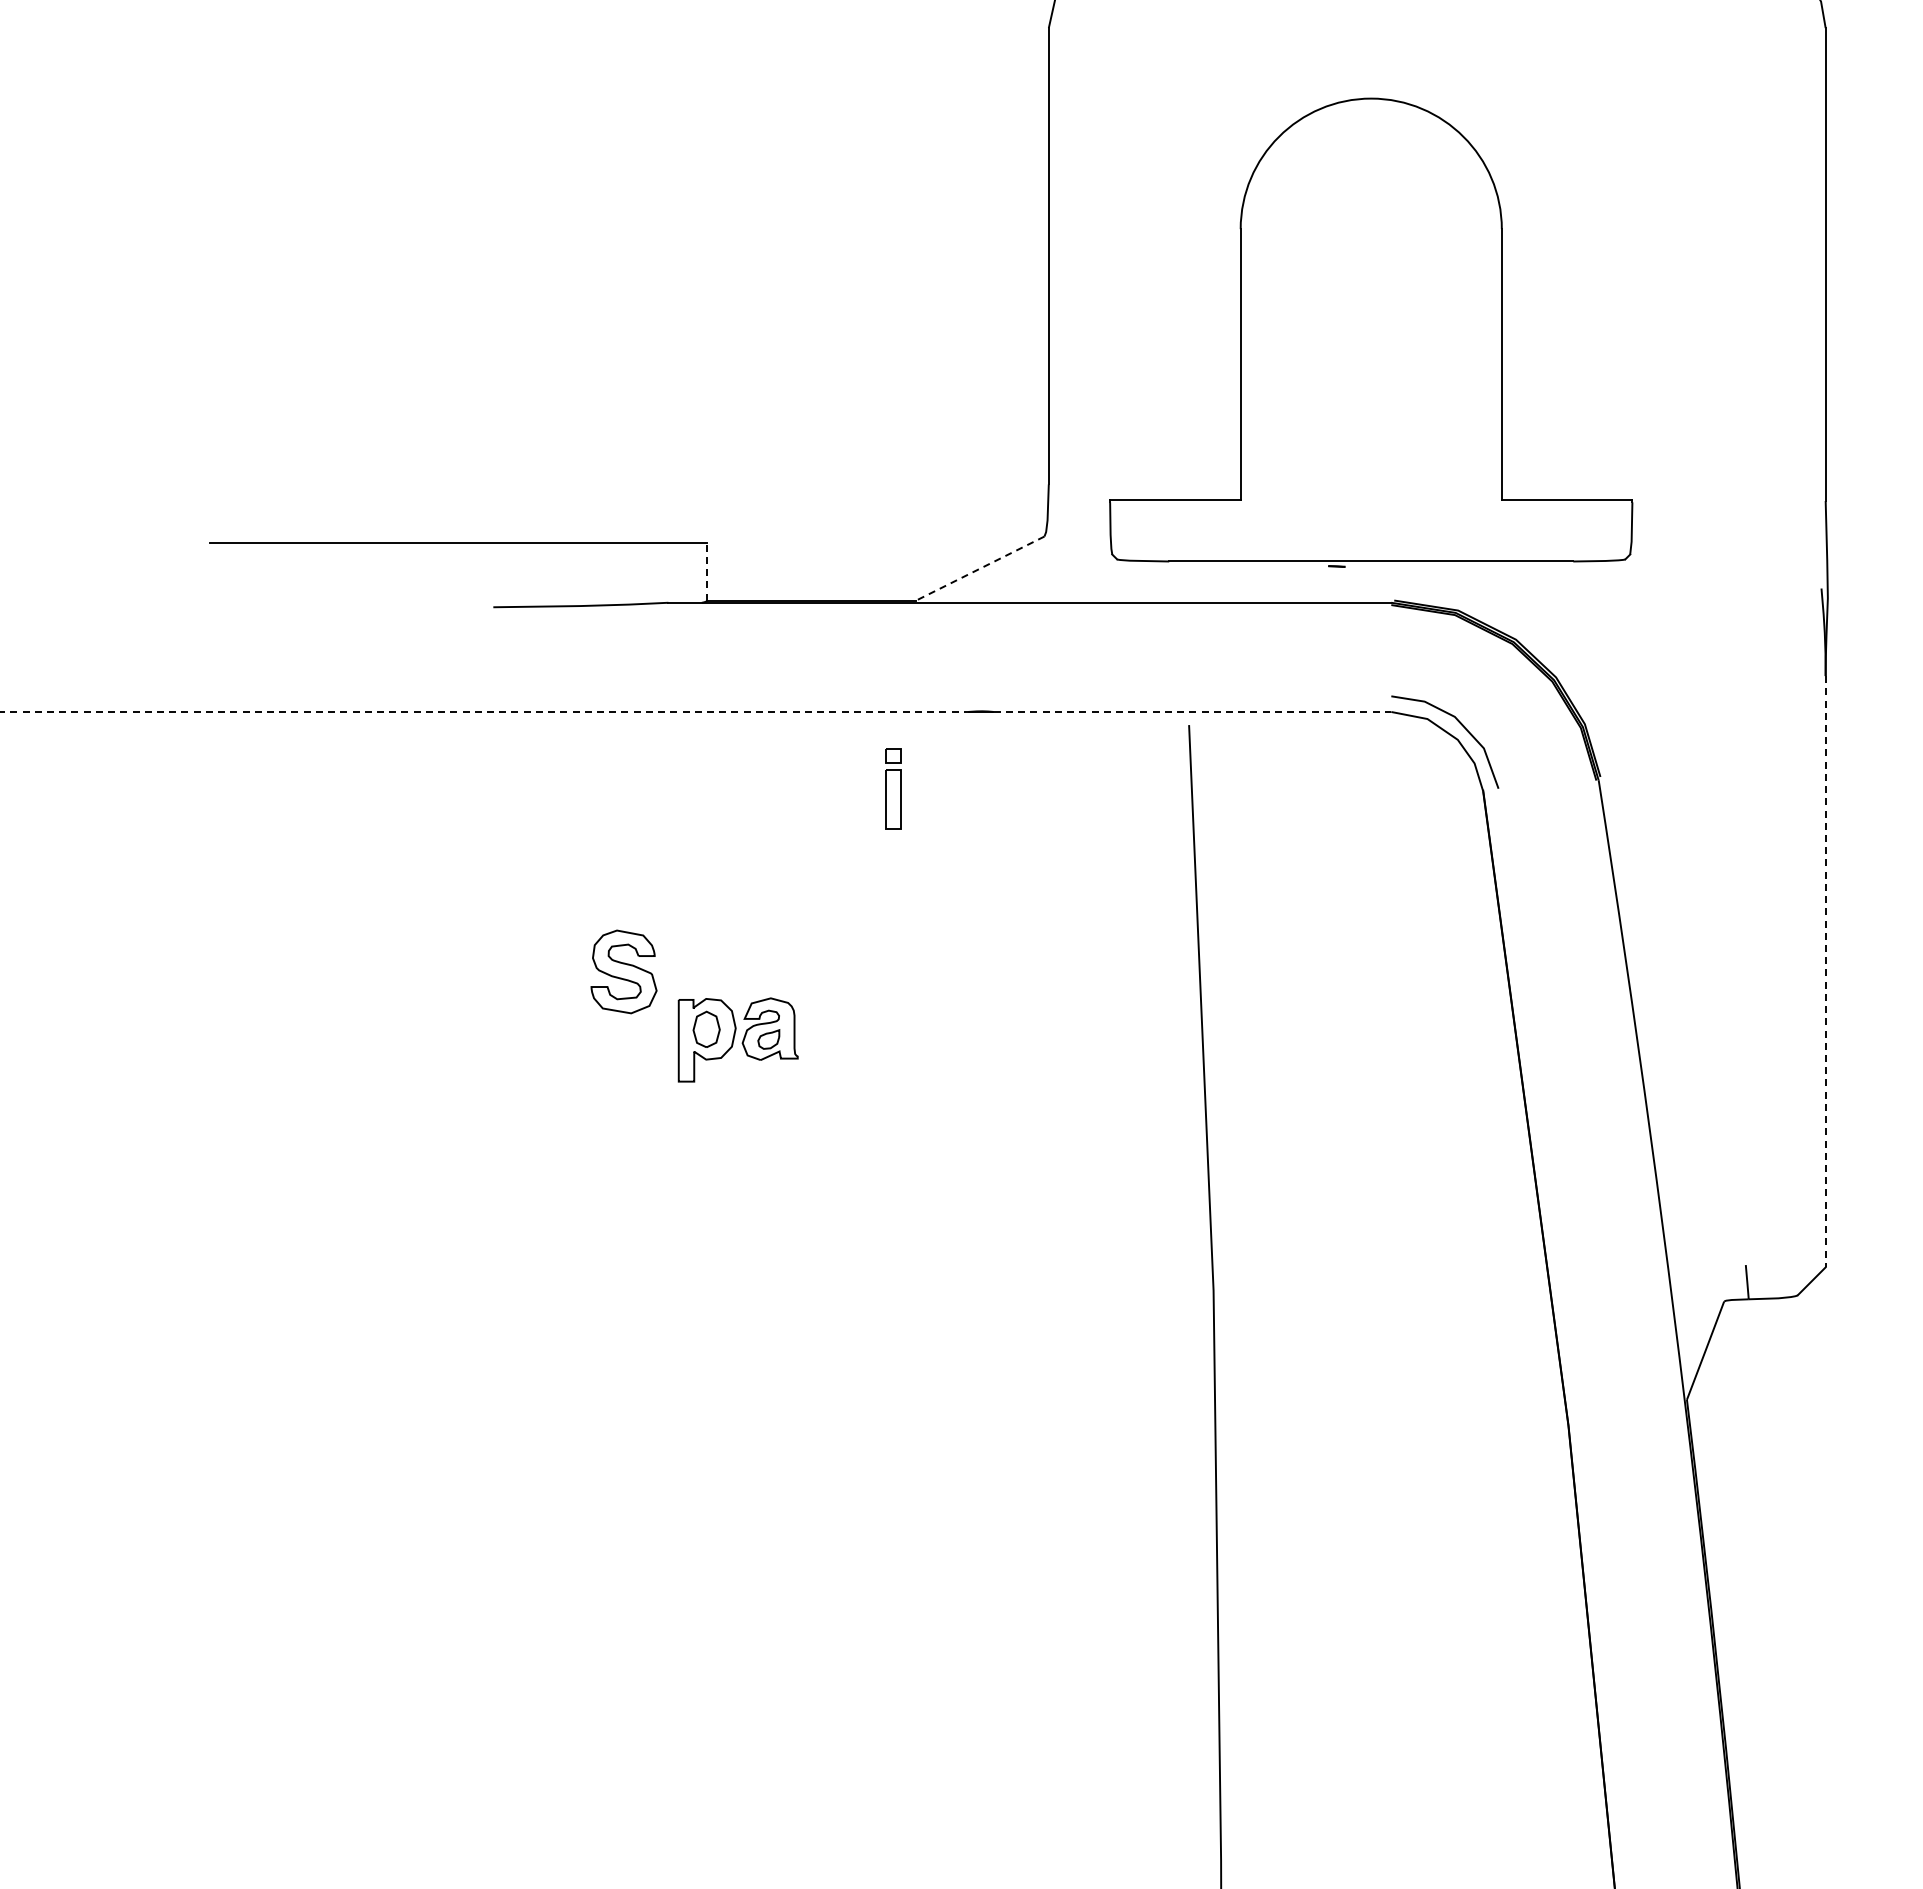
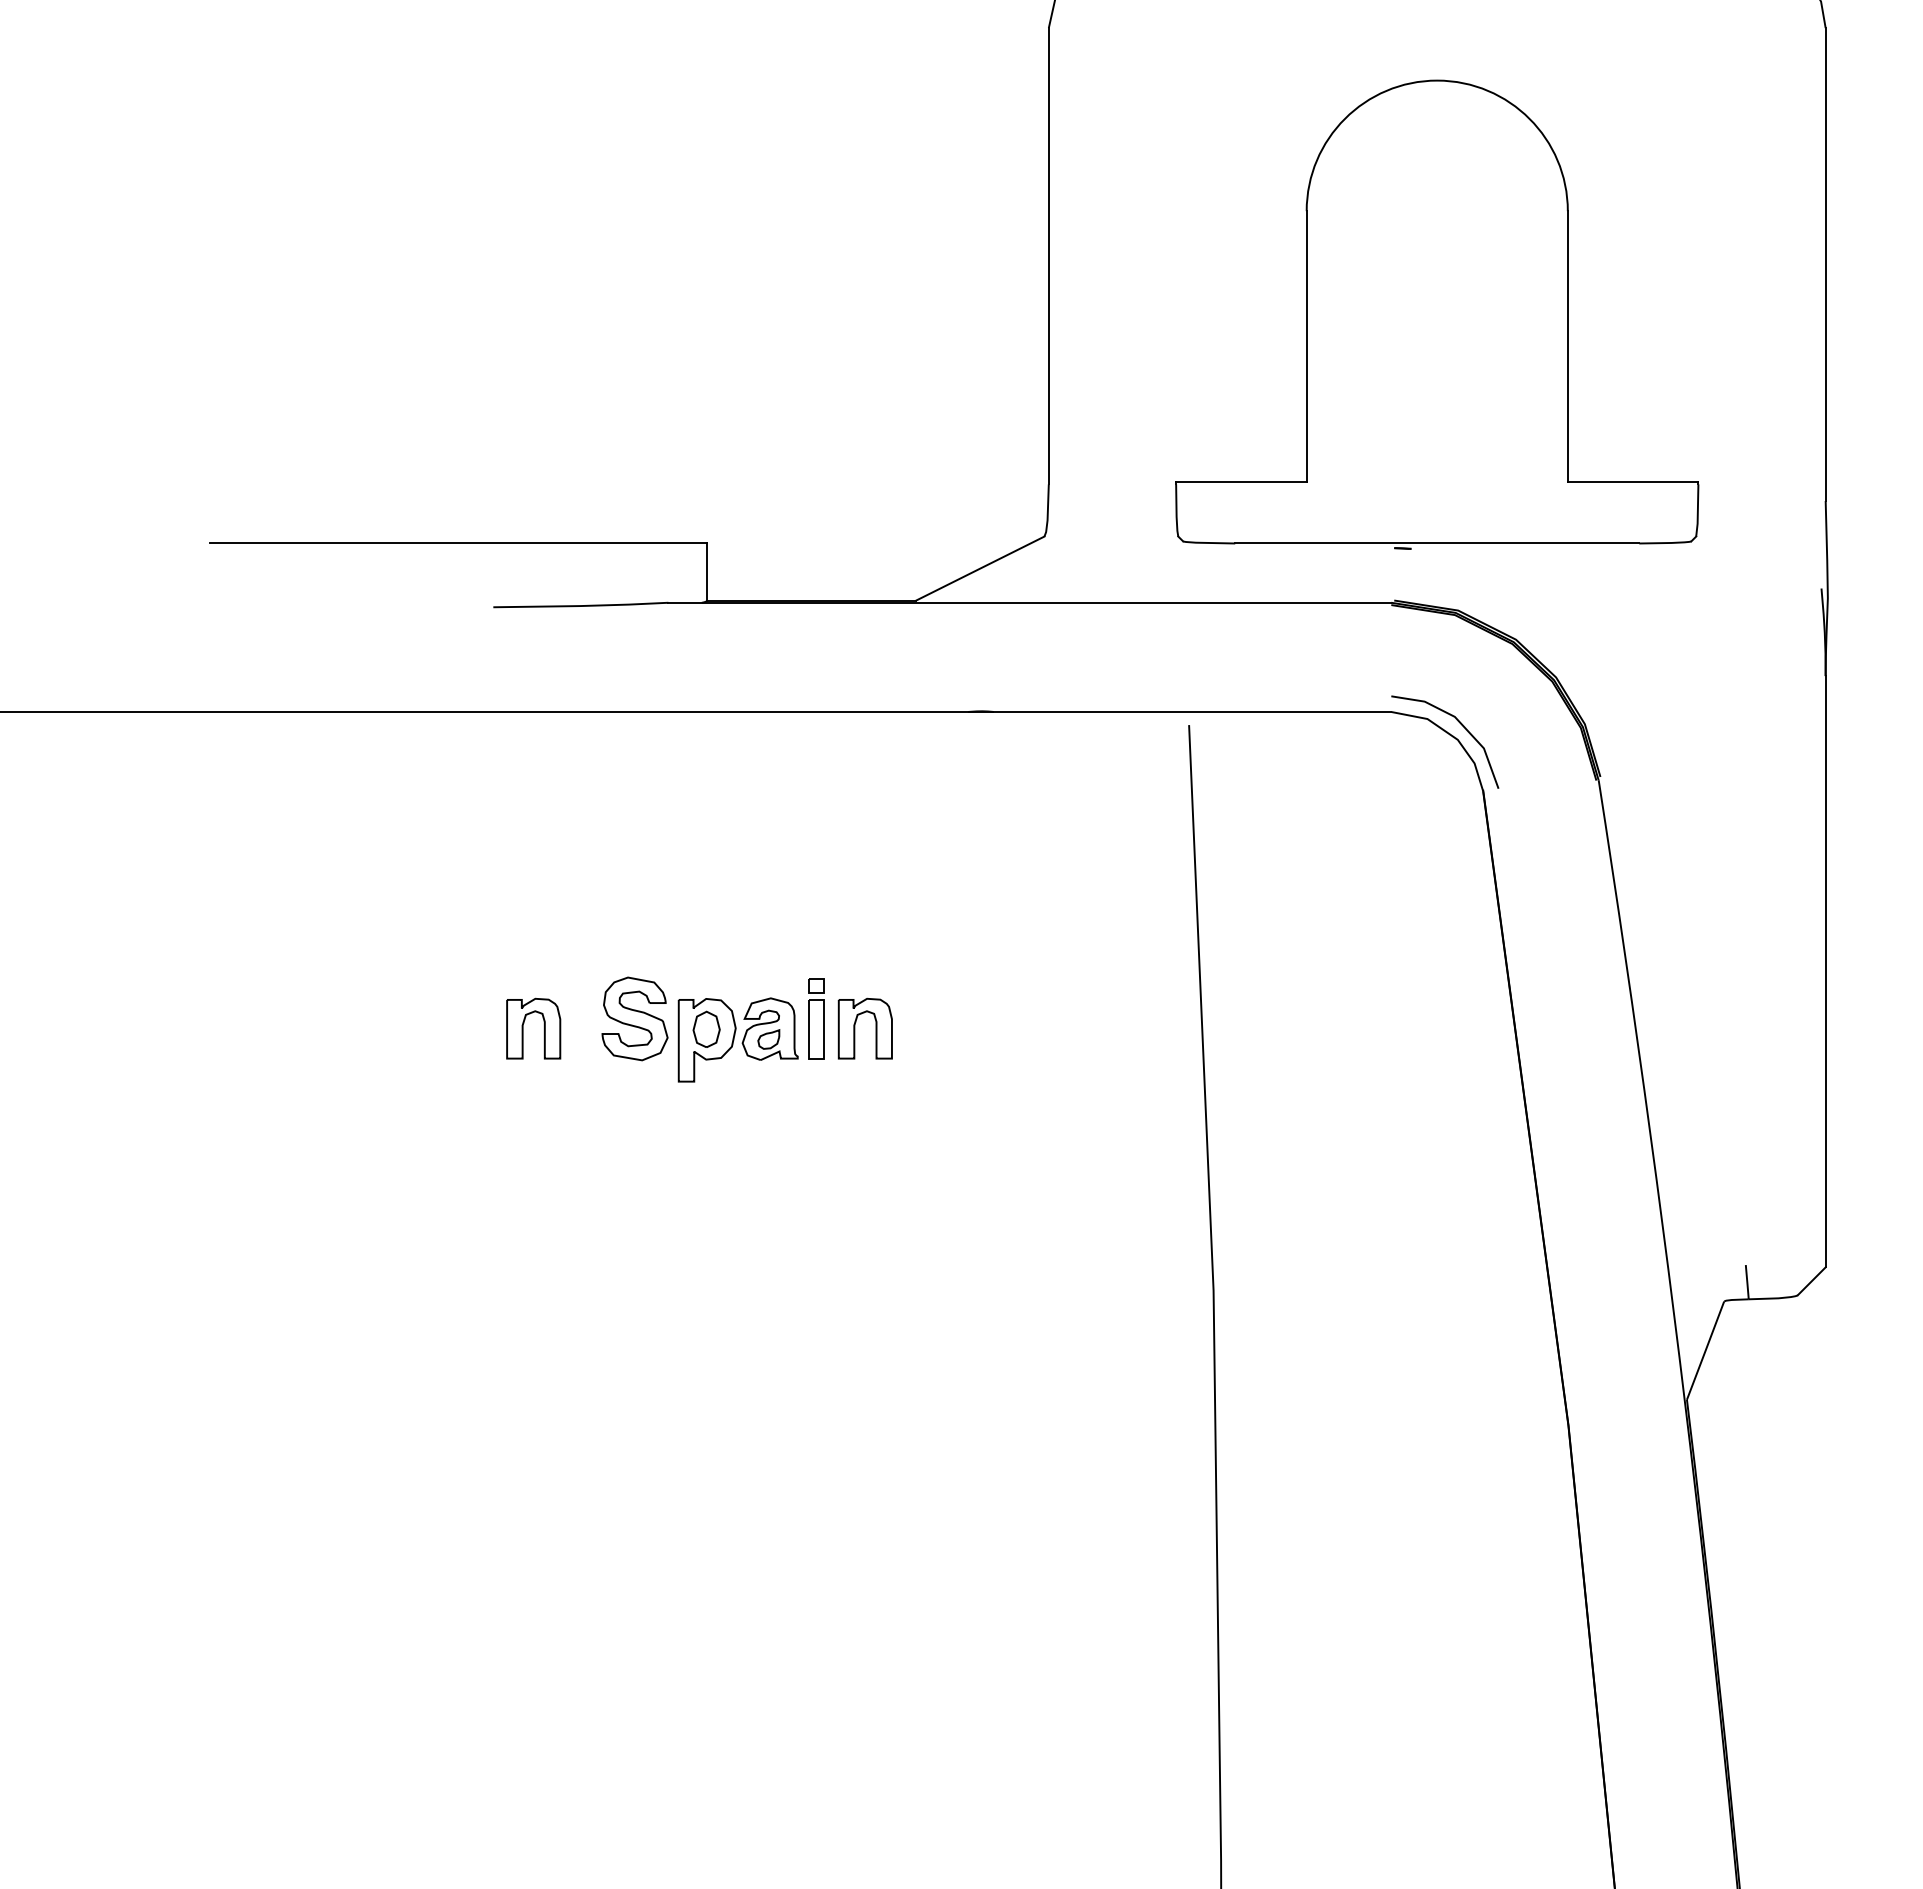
part at (1371, 332) position: (1371, 332) -> (1437, 314)
line at (980, 568): dashed -> solid
line at (707, 571): dashed -> solid
line at (484, 711): dashed -> solid
line at (1192, 711): dashed -> solid
part at (893, 788) position: (893, 788) -> (816, 1018)
part at (623, 971) position: (623, 971) -> (634, 1018)
line at (1825, 971): dashed -> solid
part at (523, 1028): none -> present
part at (855, 1028): none -> present
